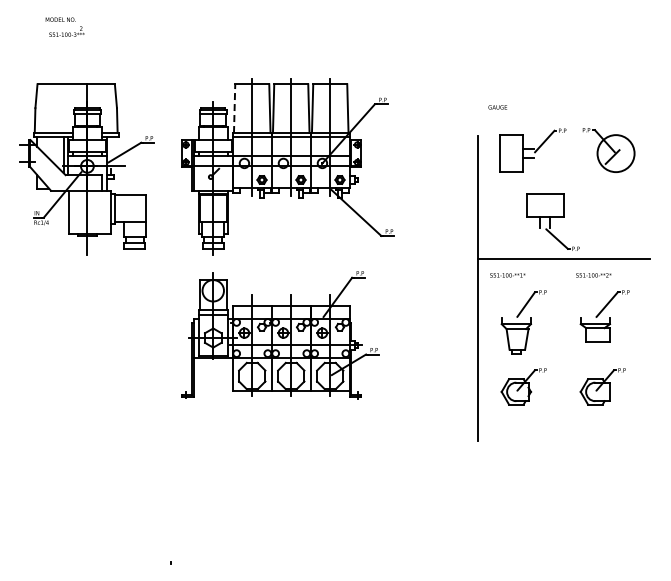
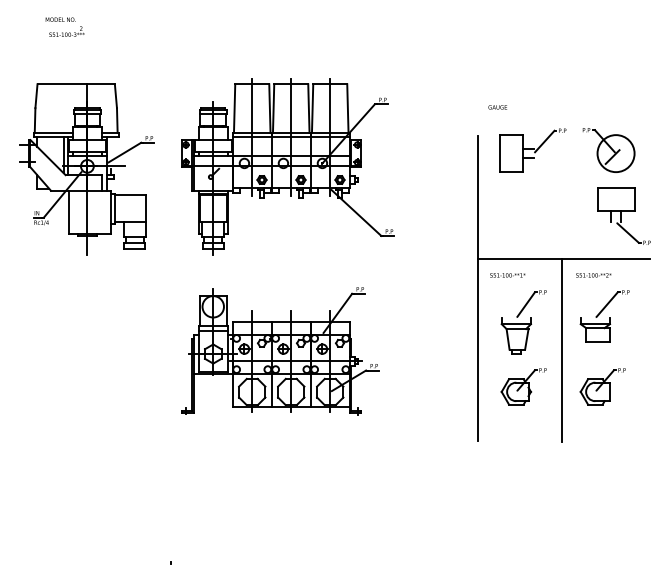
line at (234, 108): dashed -> solid
part at (552, 221) position: (552, 221) -> (623, 215)
part at (280, 335) position: (280, 335) -> (280, 351)
line at (561, 349): none -> present
